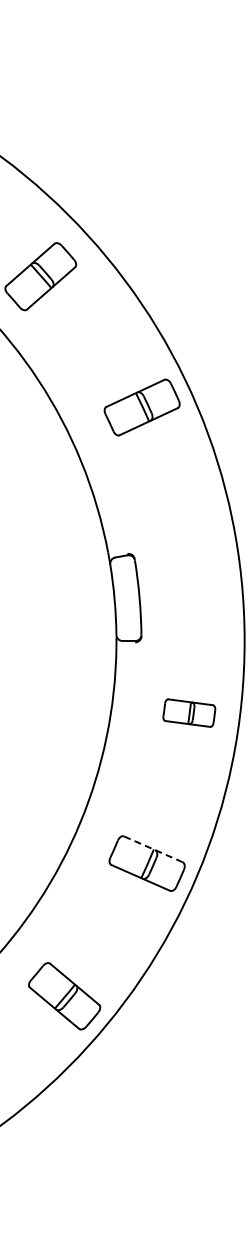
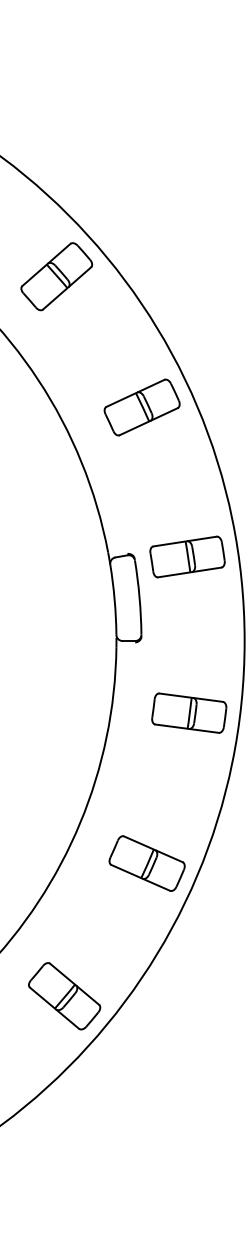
part at (40, 276) position: (40, 276) -> (56, 276)
part at (187, 556): none -> present
part at (189, 712) size: 55x30 px -> 77x42 px
line at (153, 849): dashed -> solid
